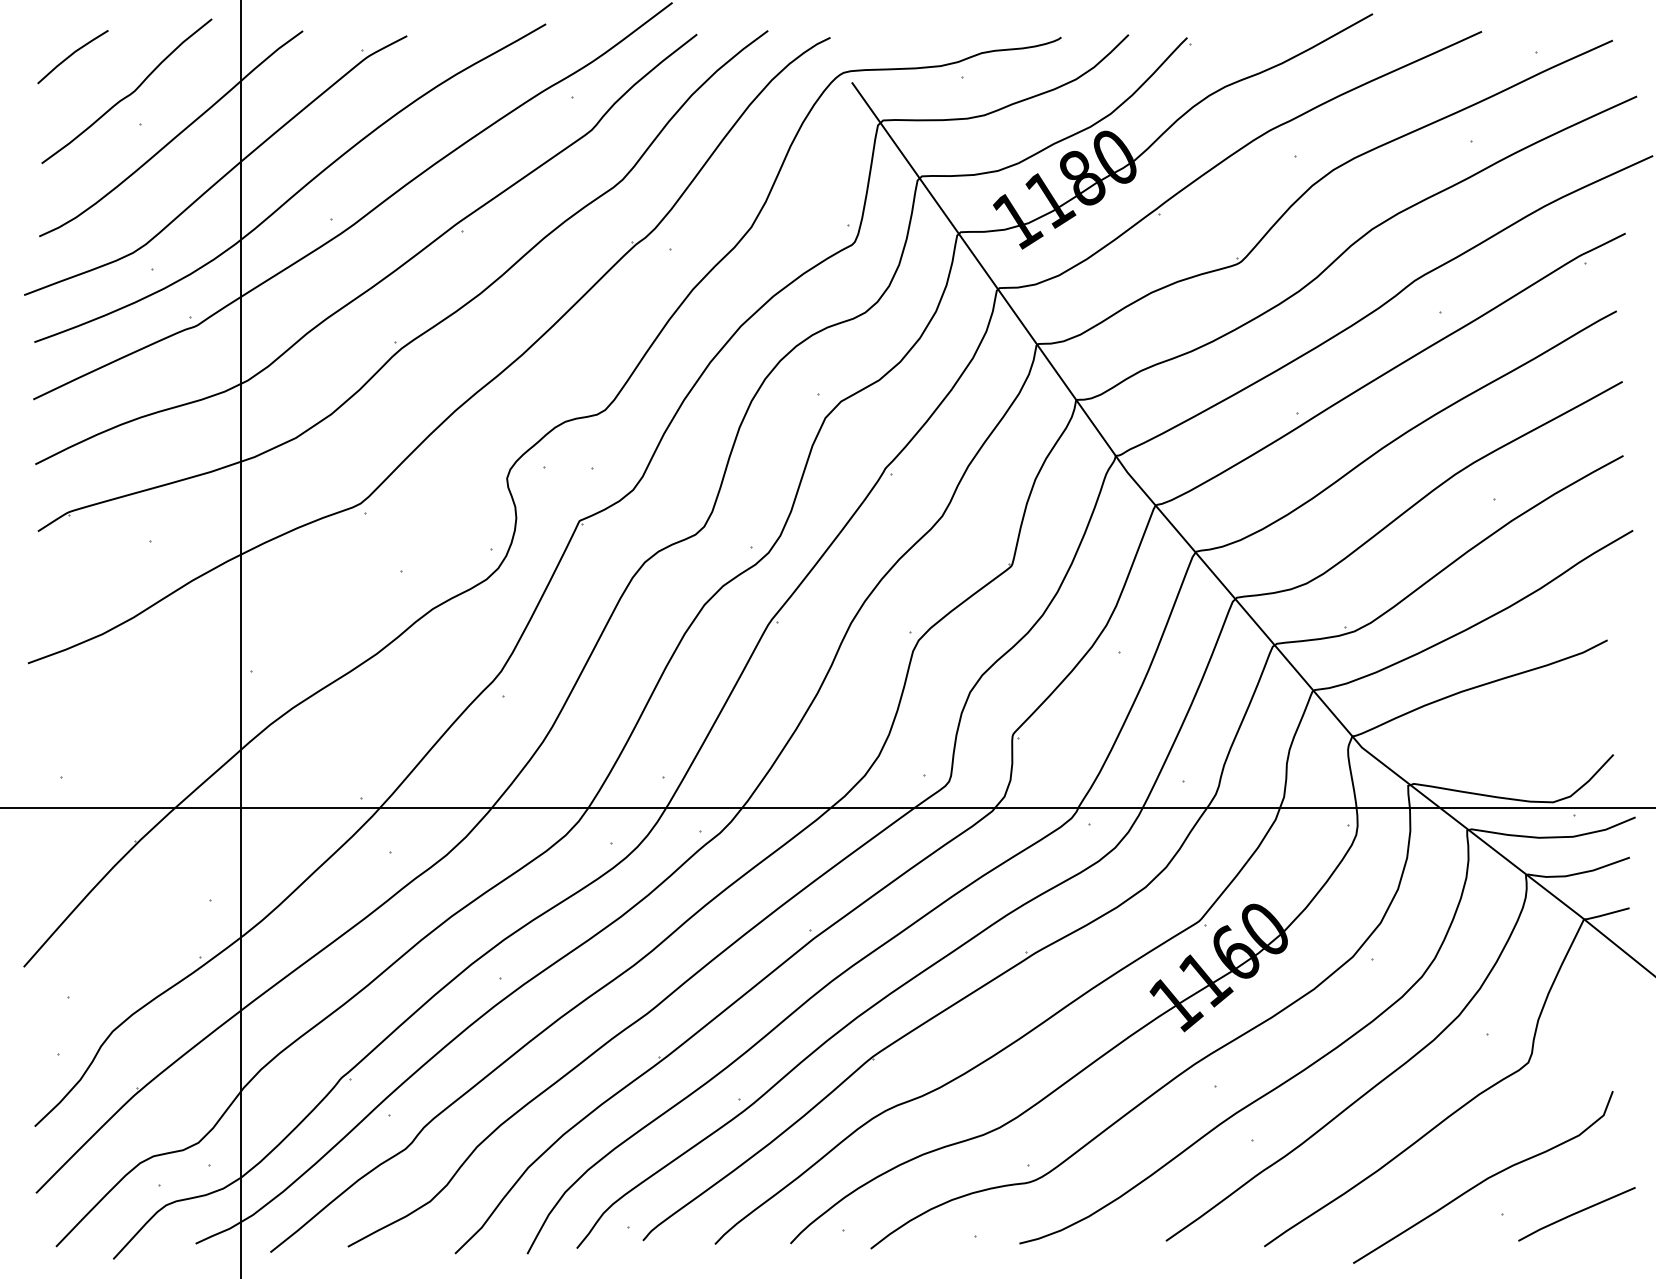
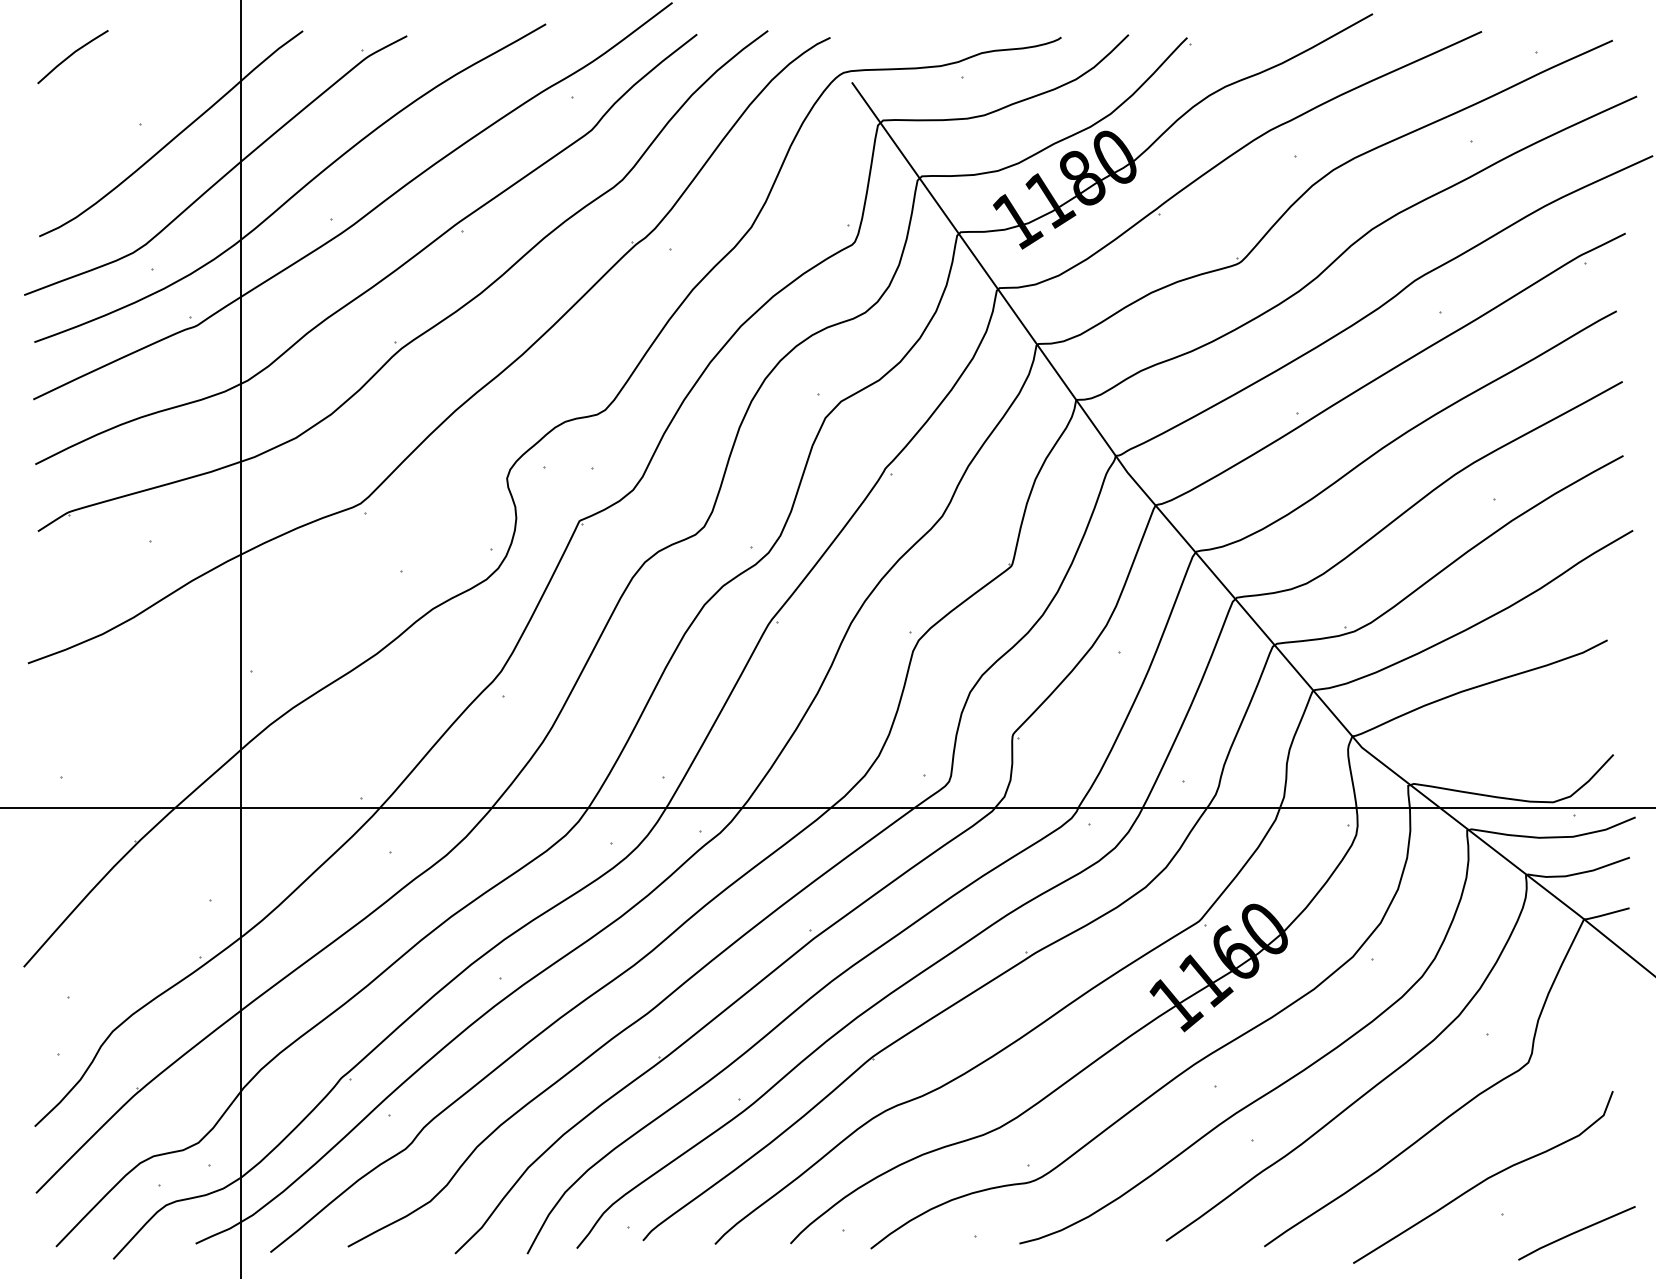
curve at (128, 94): present -> none
line at (1576, 1213) position: (1576, 1213) -> (1576, 1232)
